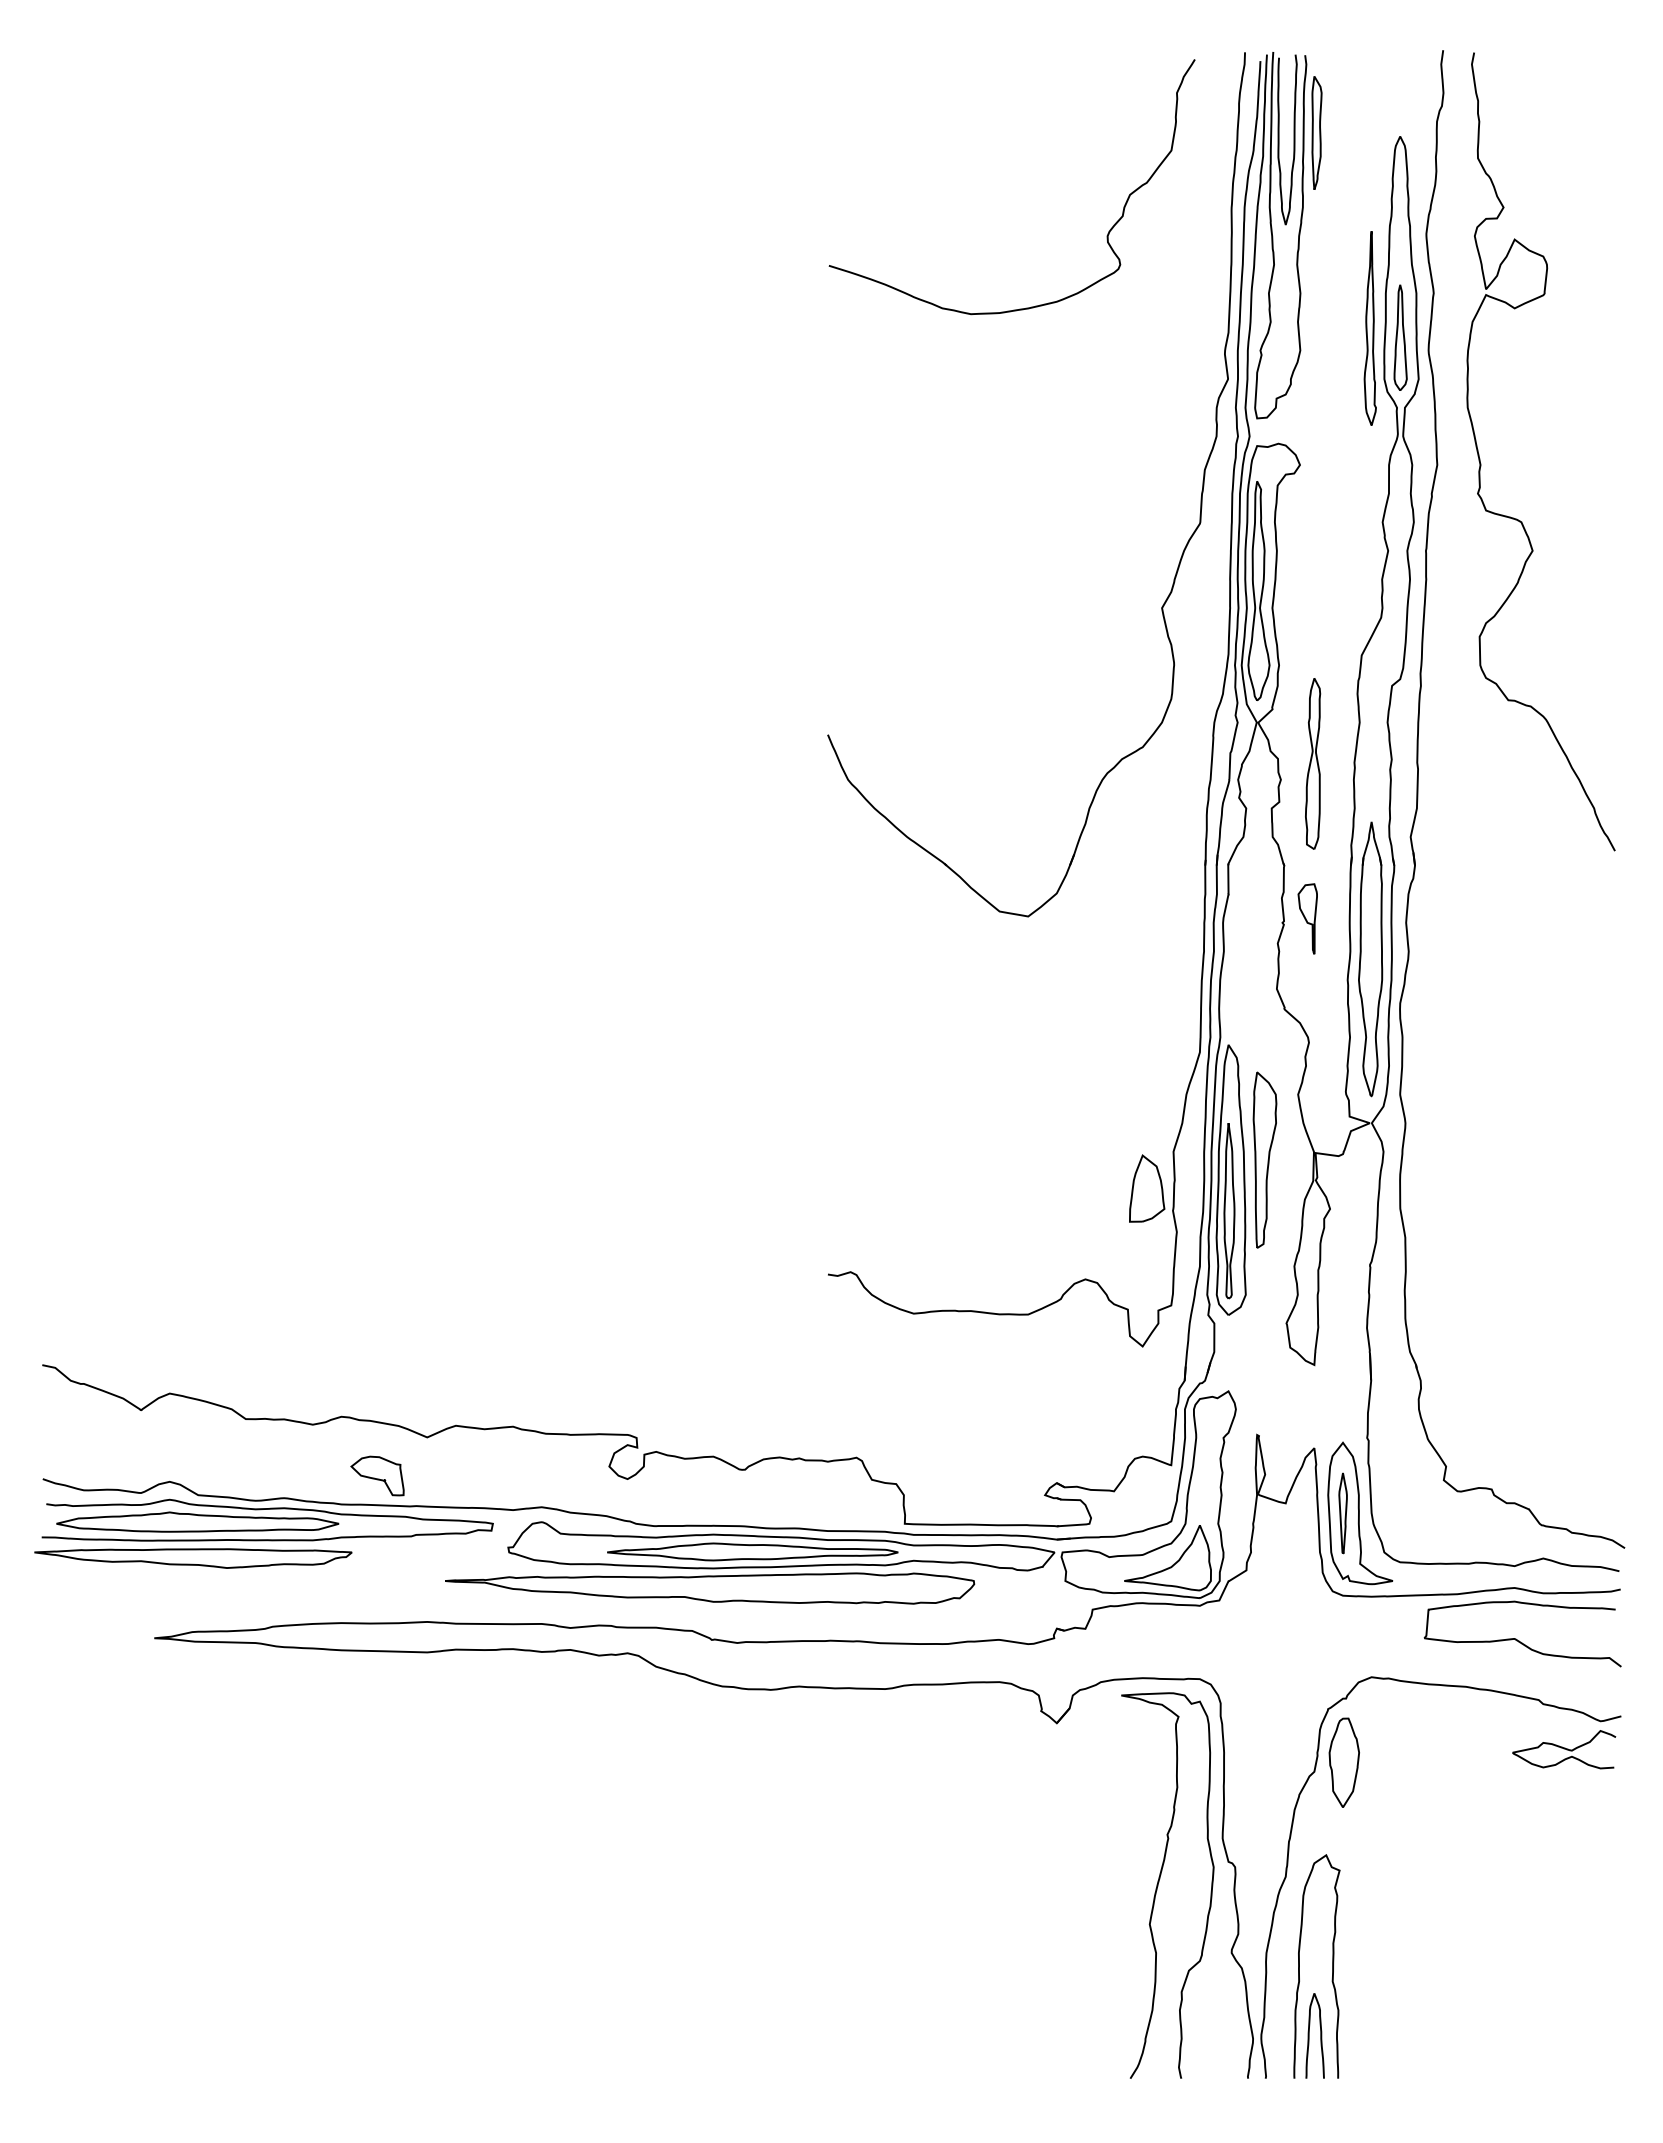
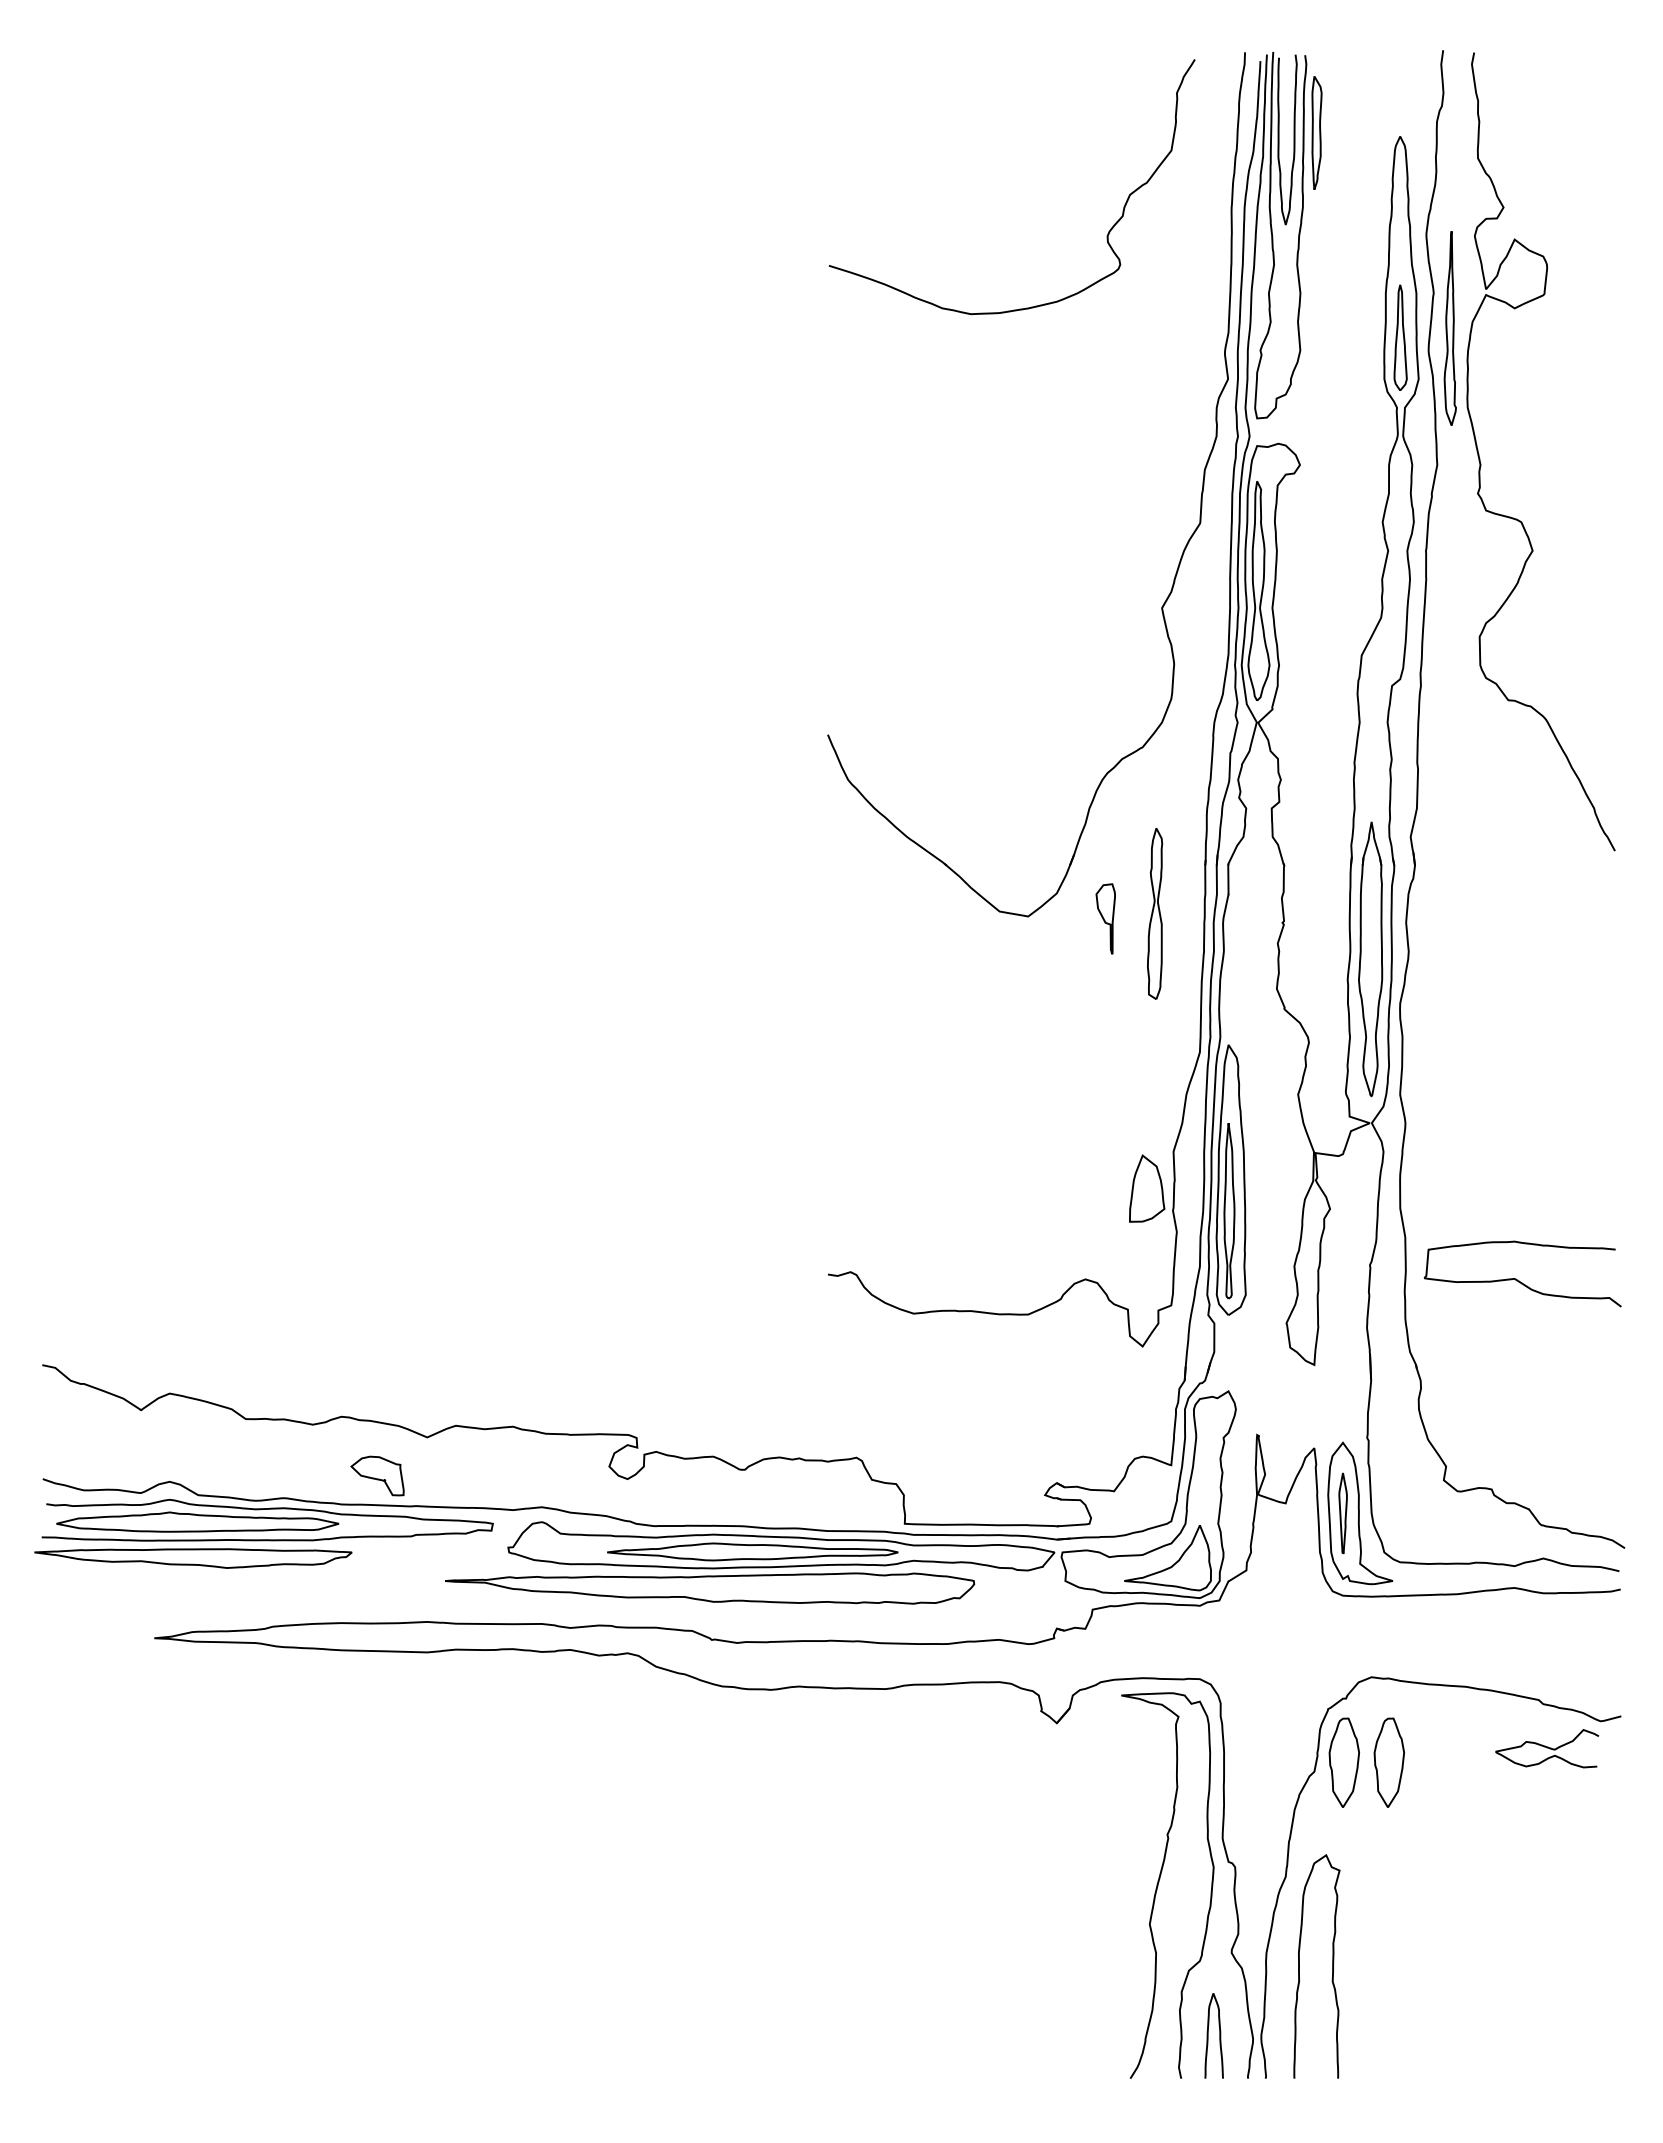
part at (1369, 328) position: (1369, 328) -> (1449, 328)
part at (1313, 763) position: (1313, 763) -> (1155, 913)
part at (1307, 918) position: (1307, 918) -> (1105, 918)
part at (1264, 1159): present -> none
curve at (1519, 1640) position: (1519, 1640) -> (1519, 1280)
curve at (1564, 1749) position: (1564, 1749) -> (1547, 1748)
part at (1388, 1762): none -> present
curve at (1309, 2035) position: (1309, 2035) -> (1208, 2035)
